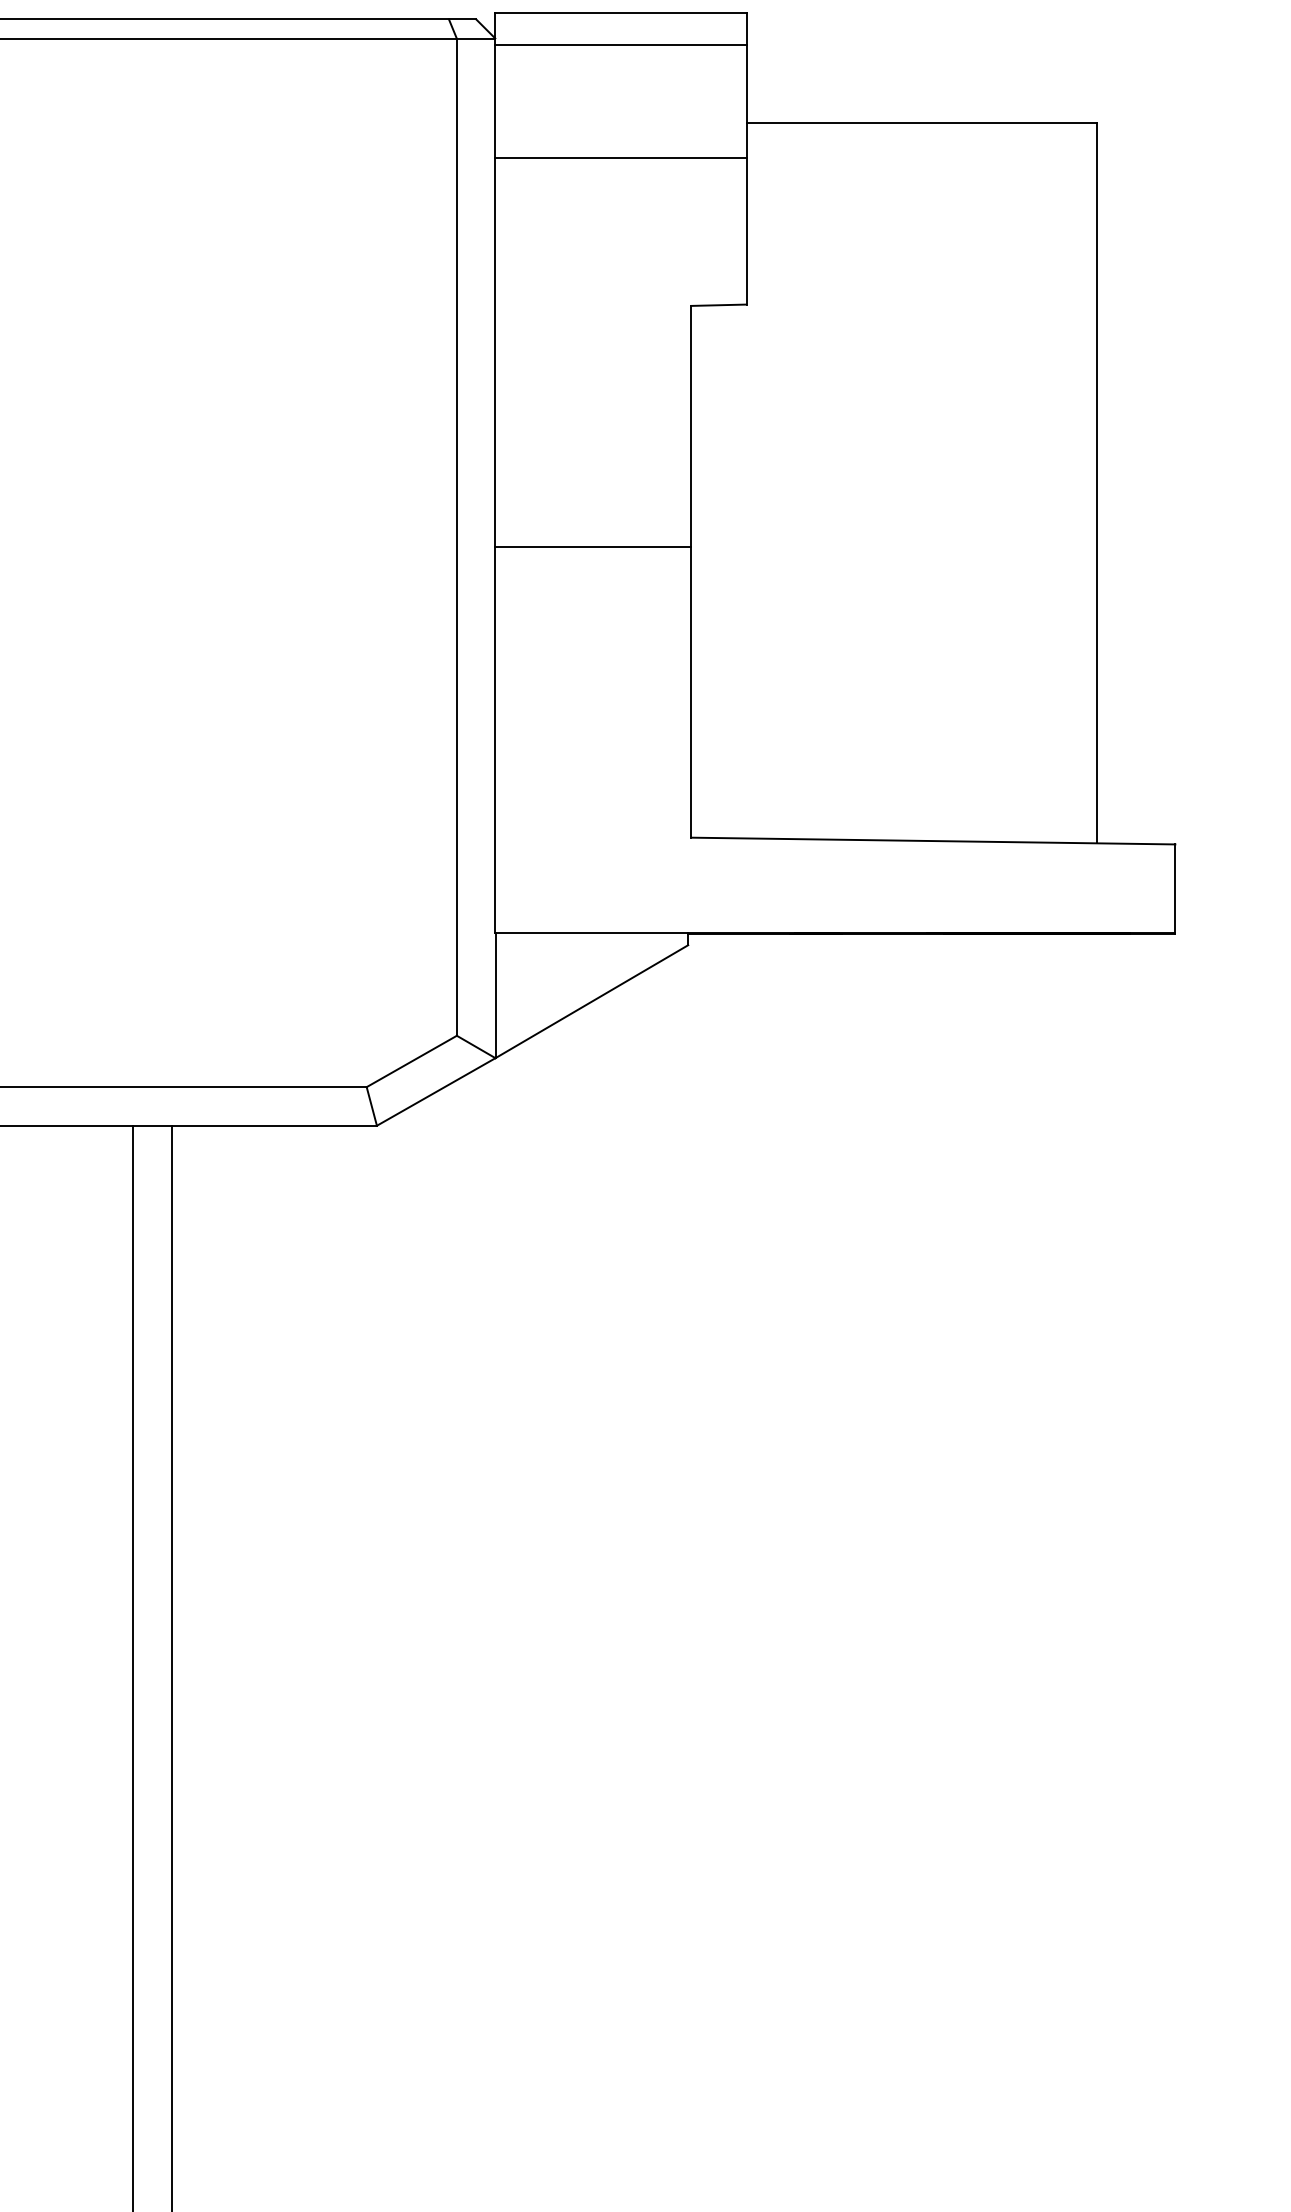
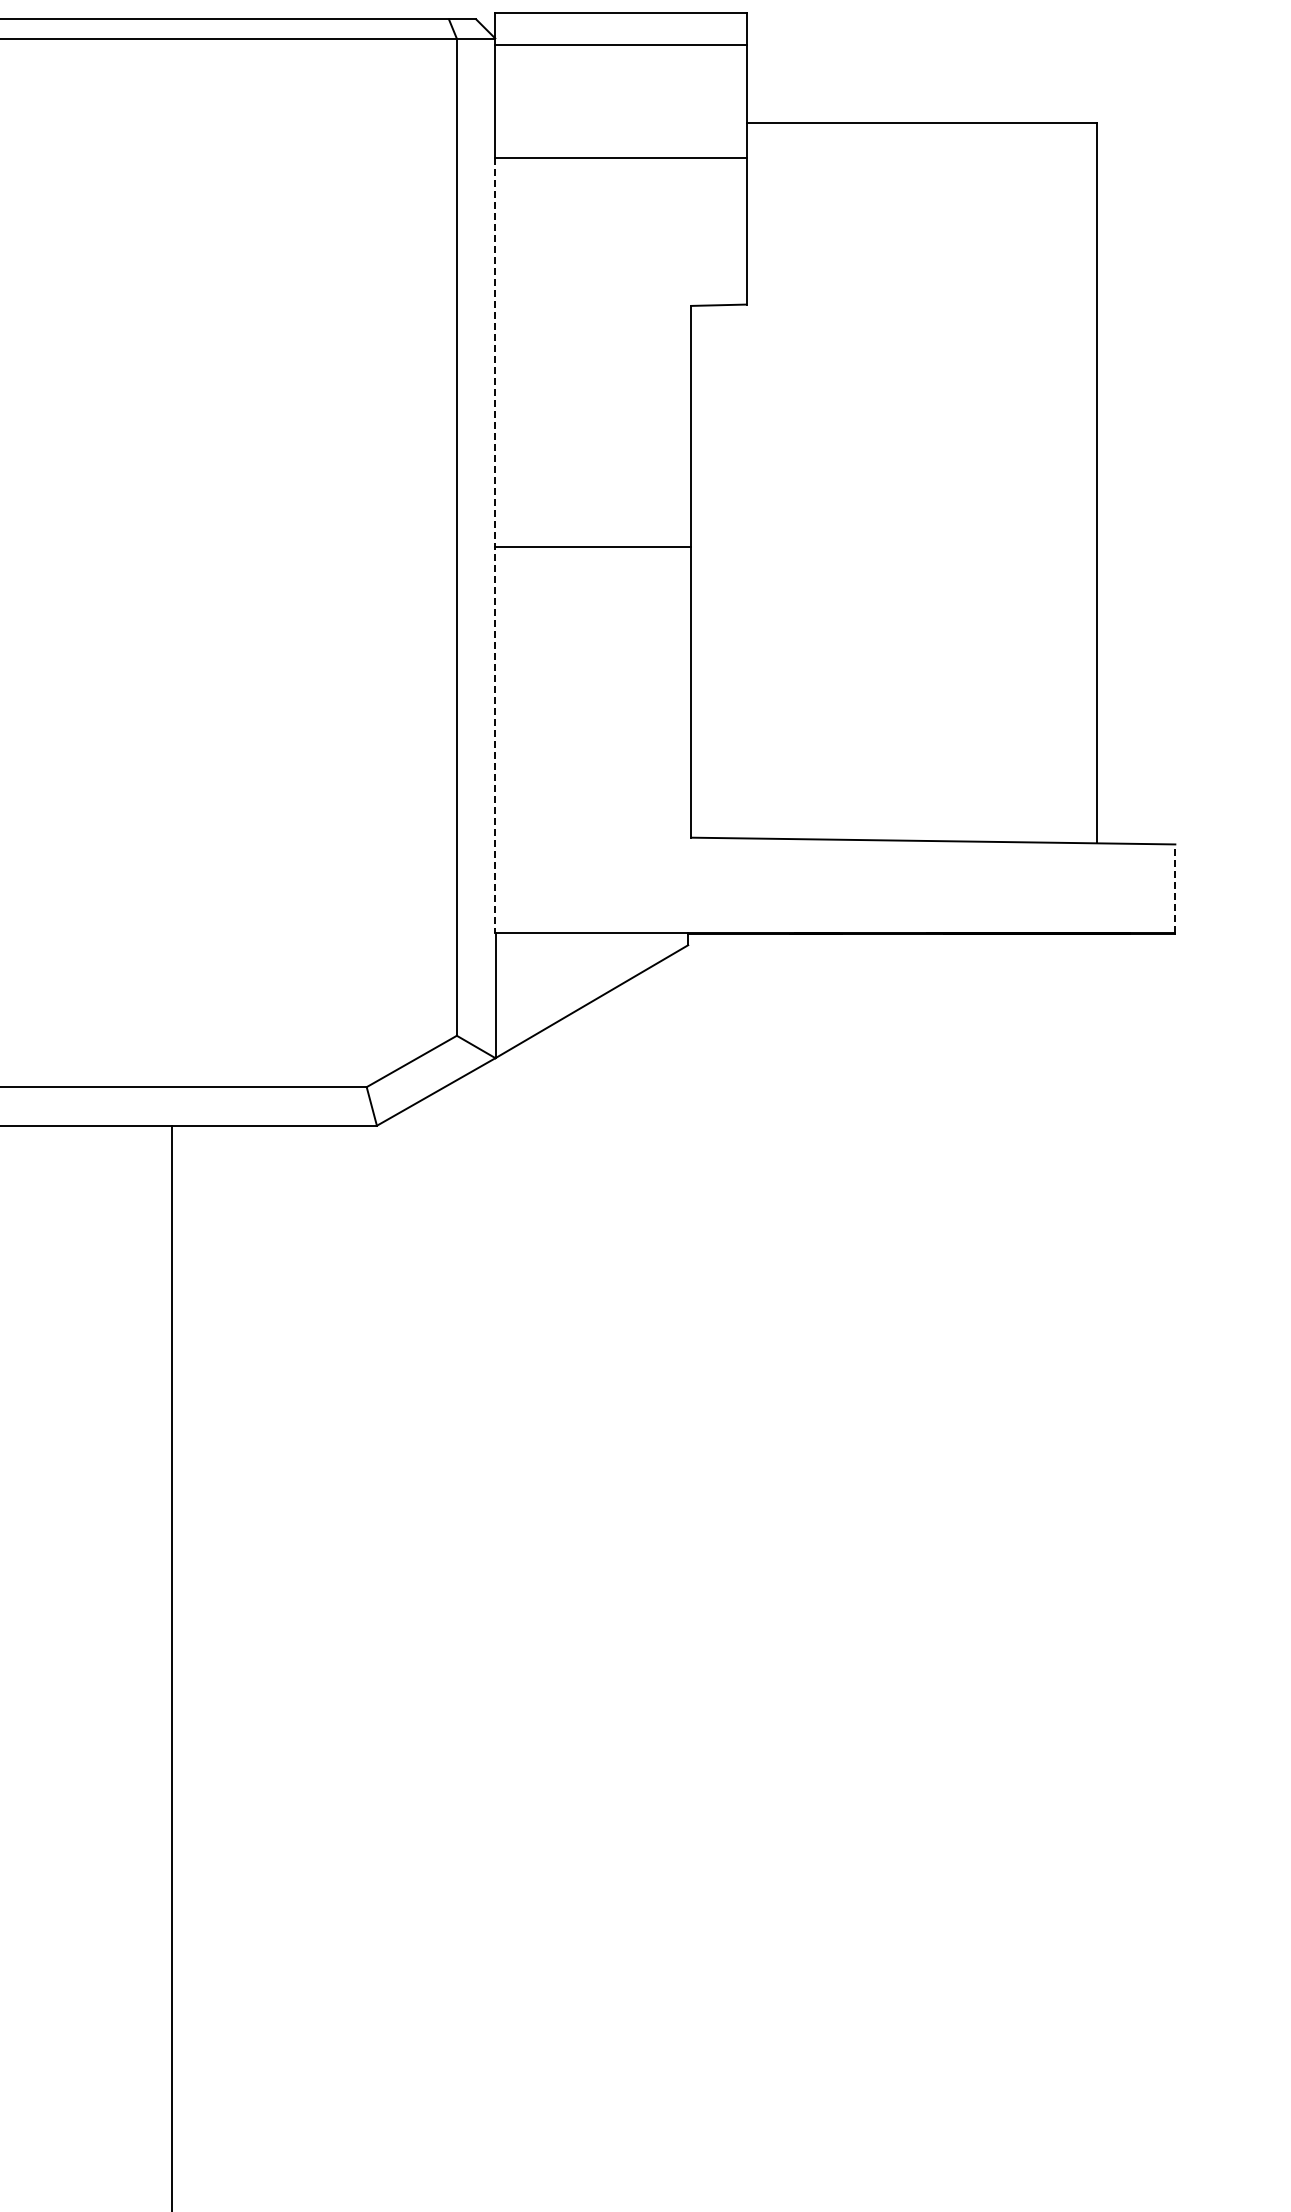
line at (495, 545): solid -> dashed
line at (1175, 888): solid -> dashed
line at (133, 1666): present -> none
